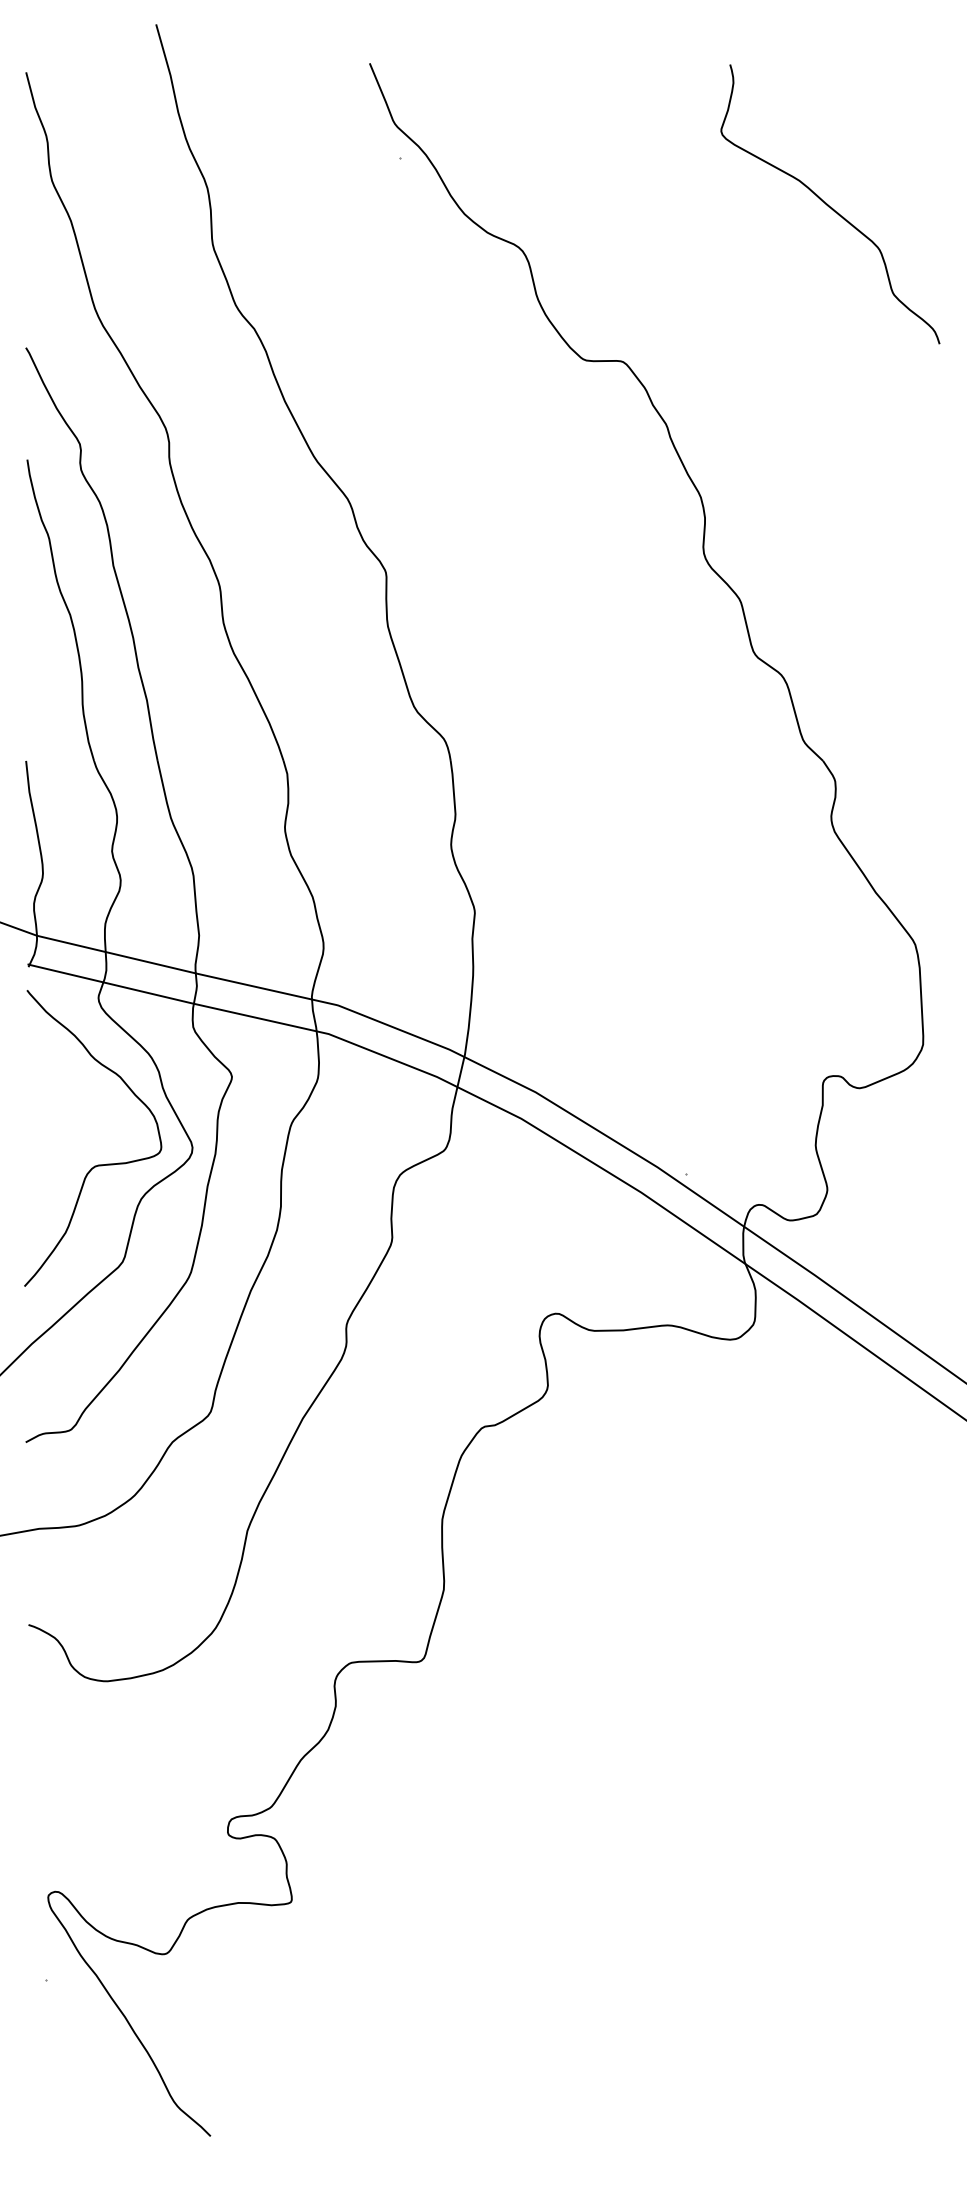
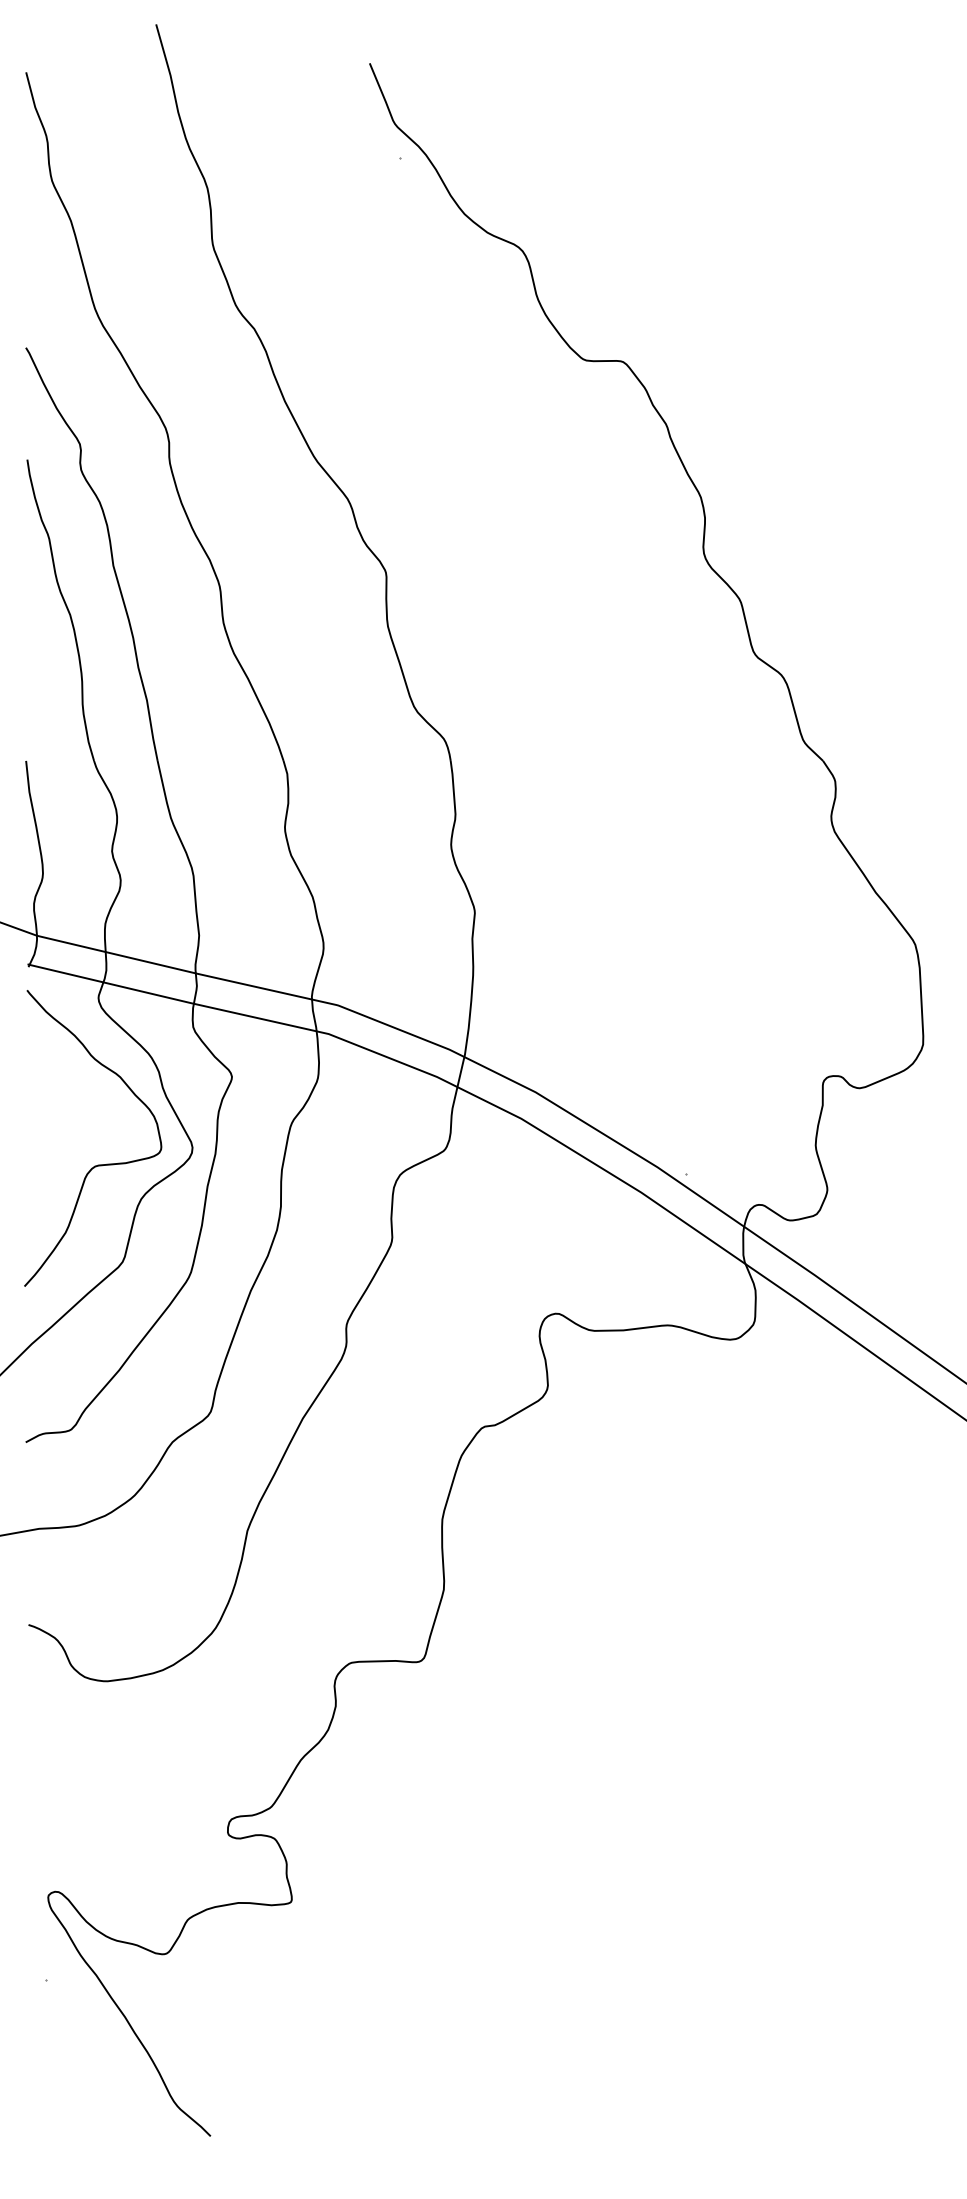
curve at (829, 205): present -> none
